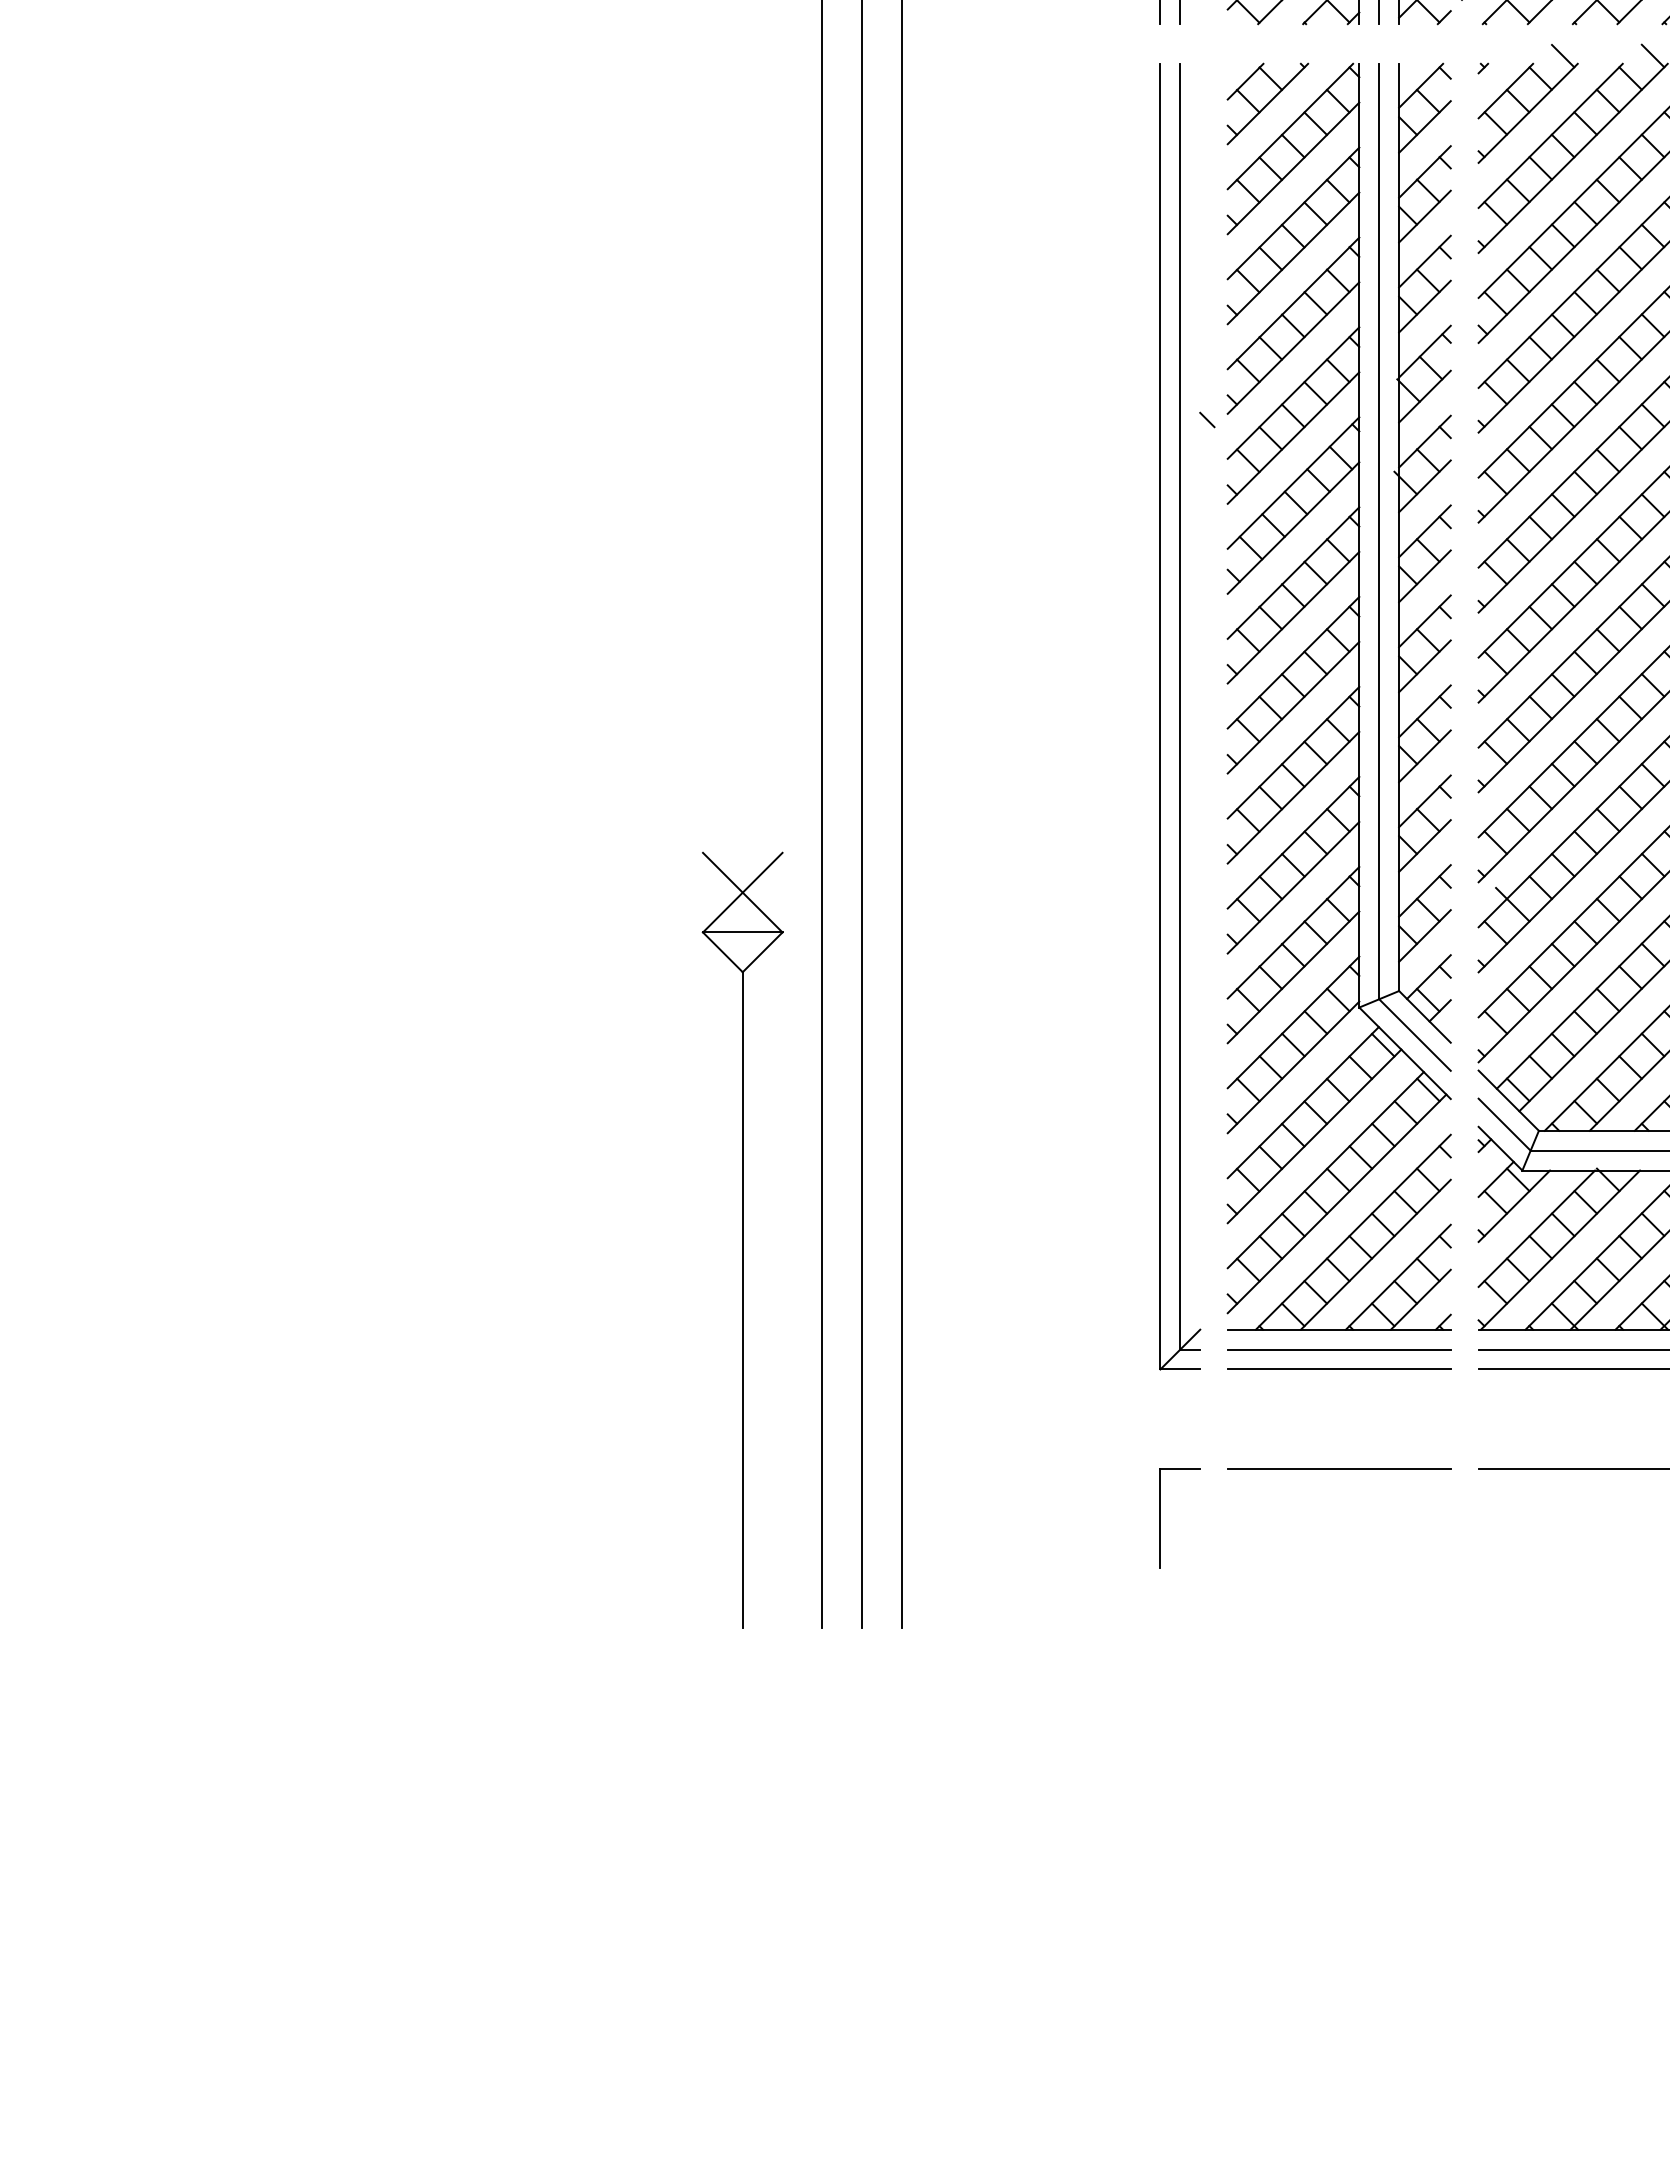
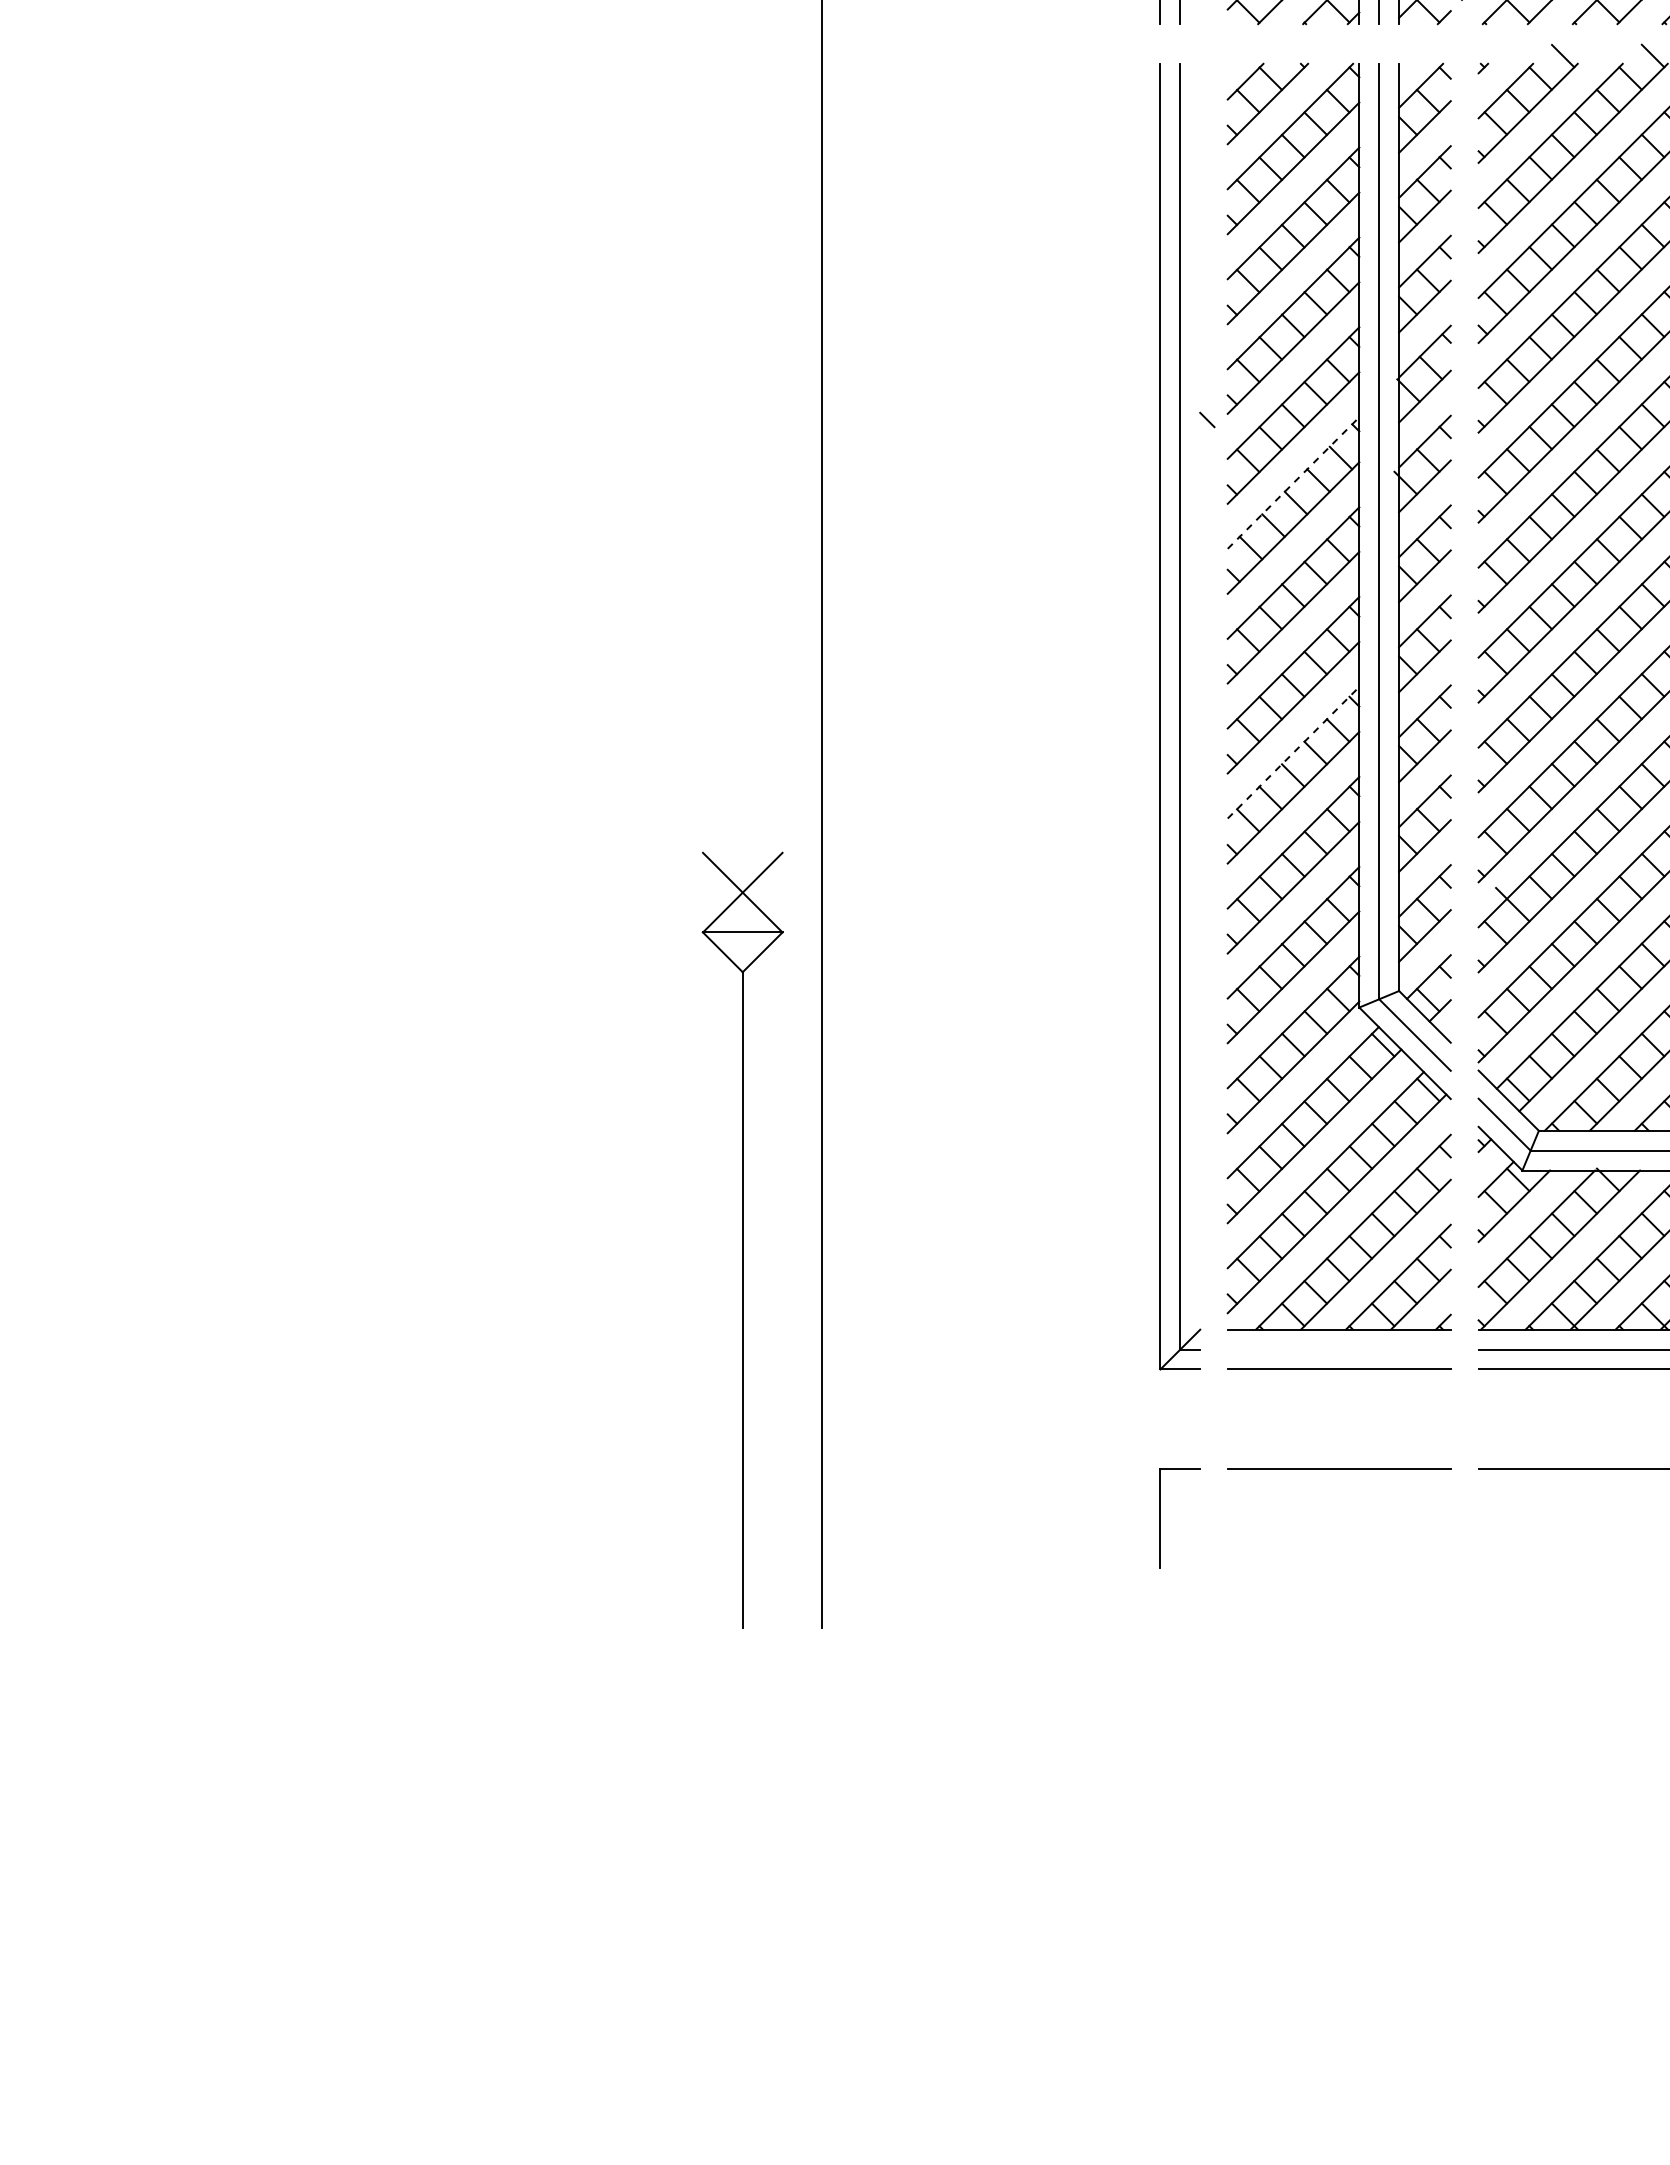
line at (1293, 482): solid -> dashed
line at (1293, 752): solid -> dashed
line at (862, 815): present -> none
line at (901, 815): present -> none
line at (1338, 1349): present -> none
